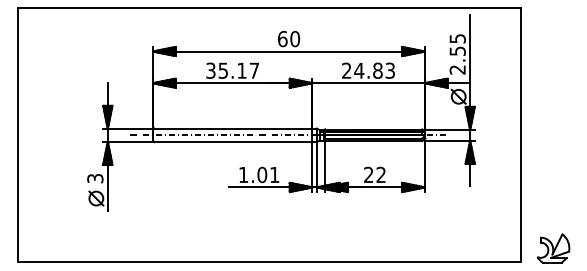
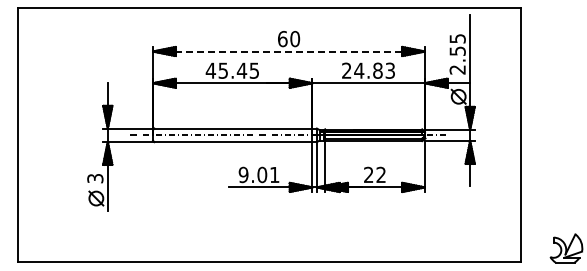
line at (289, 51): solid -> dashed
text at (231, 70): 35.17 -> 45.45
text at (243, 174): 1.01 -> 9.01
part at (553, 248) position: (553, 248) -> (566, 248)
